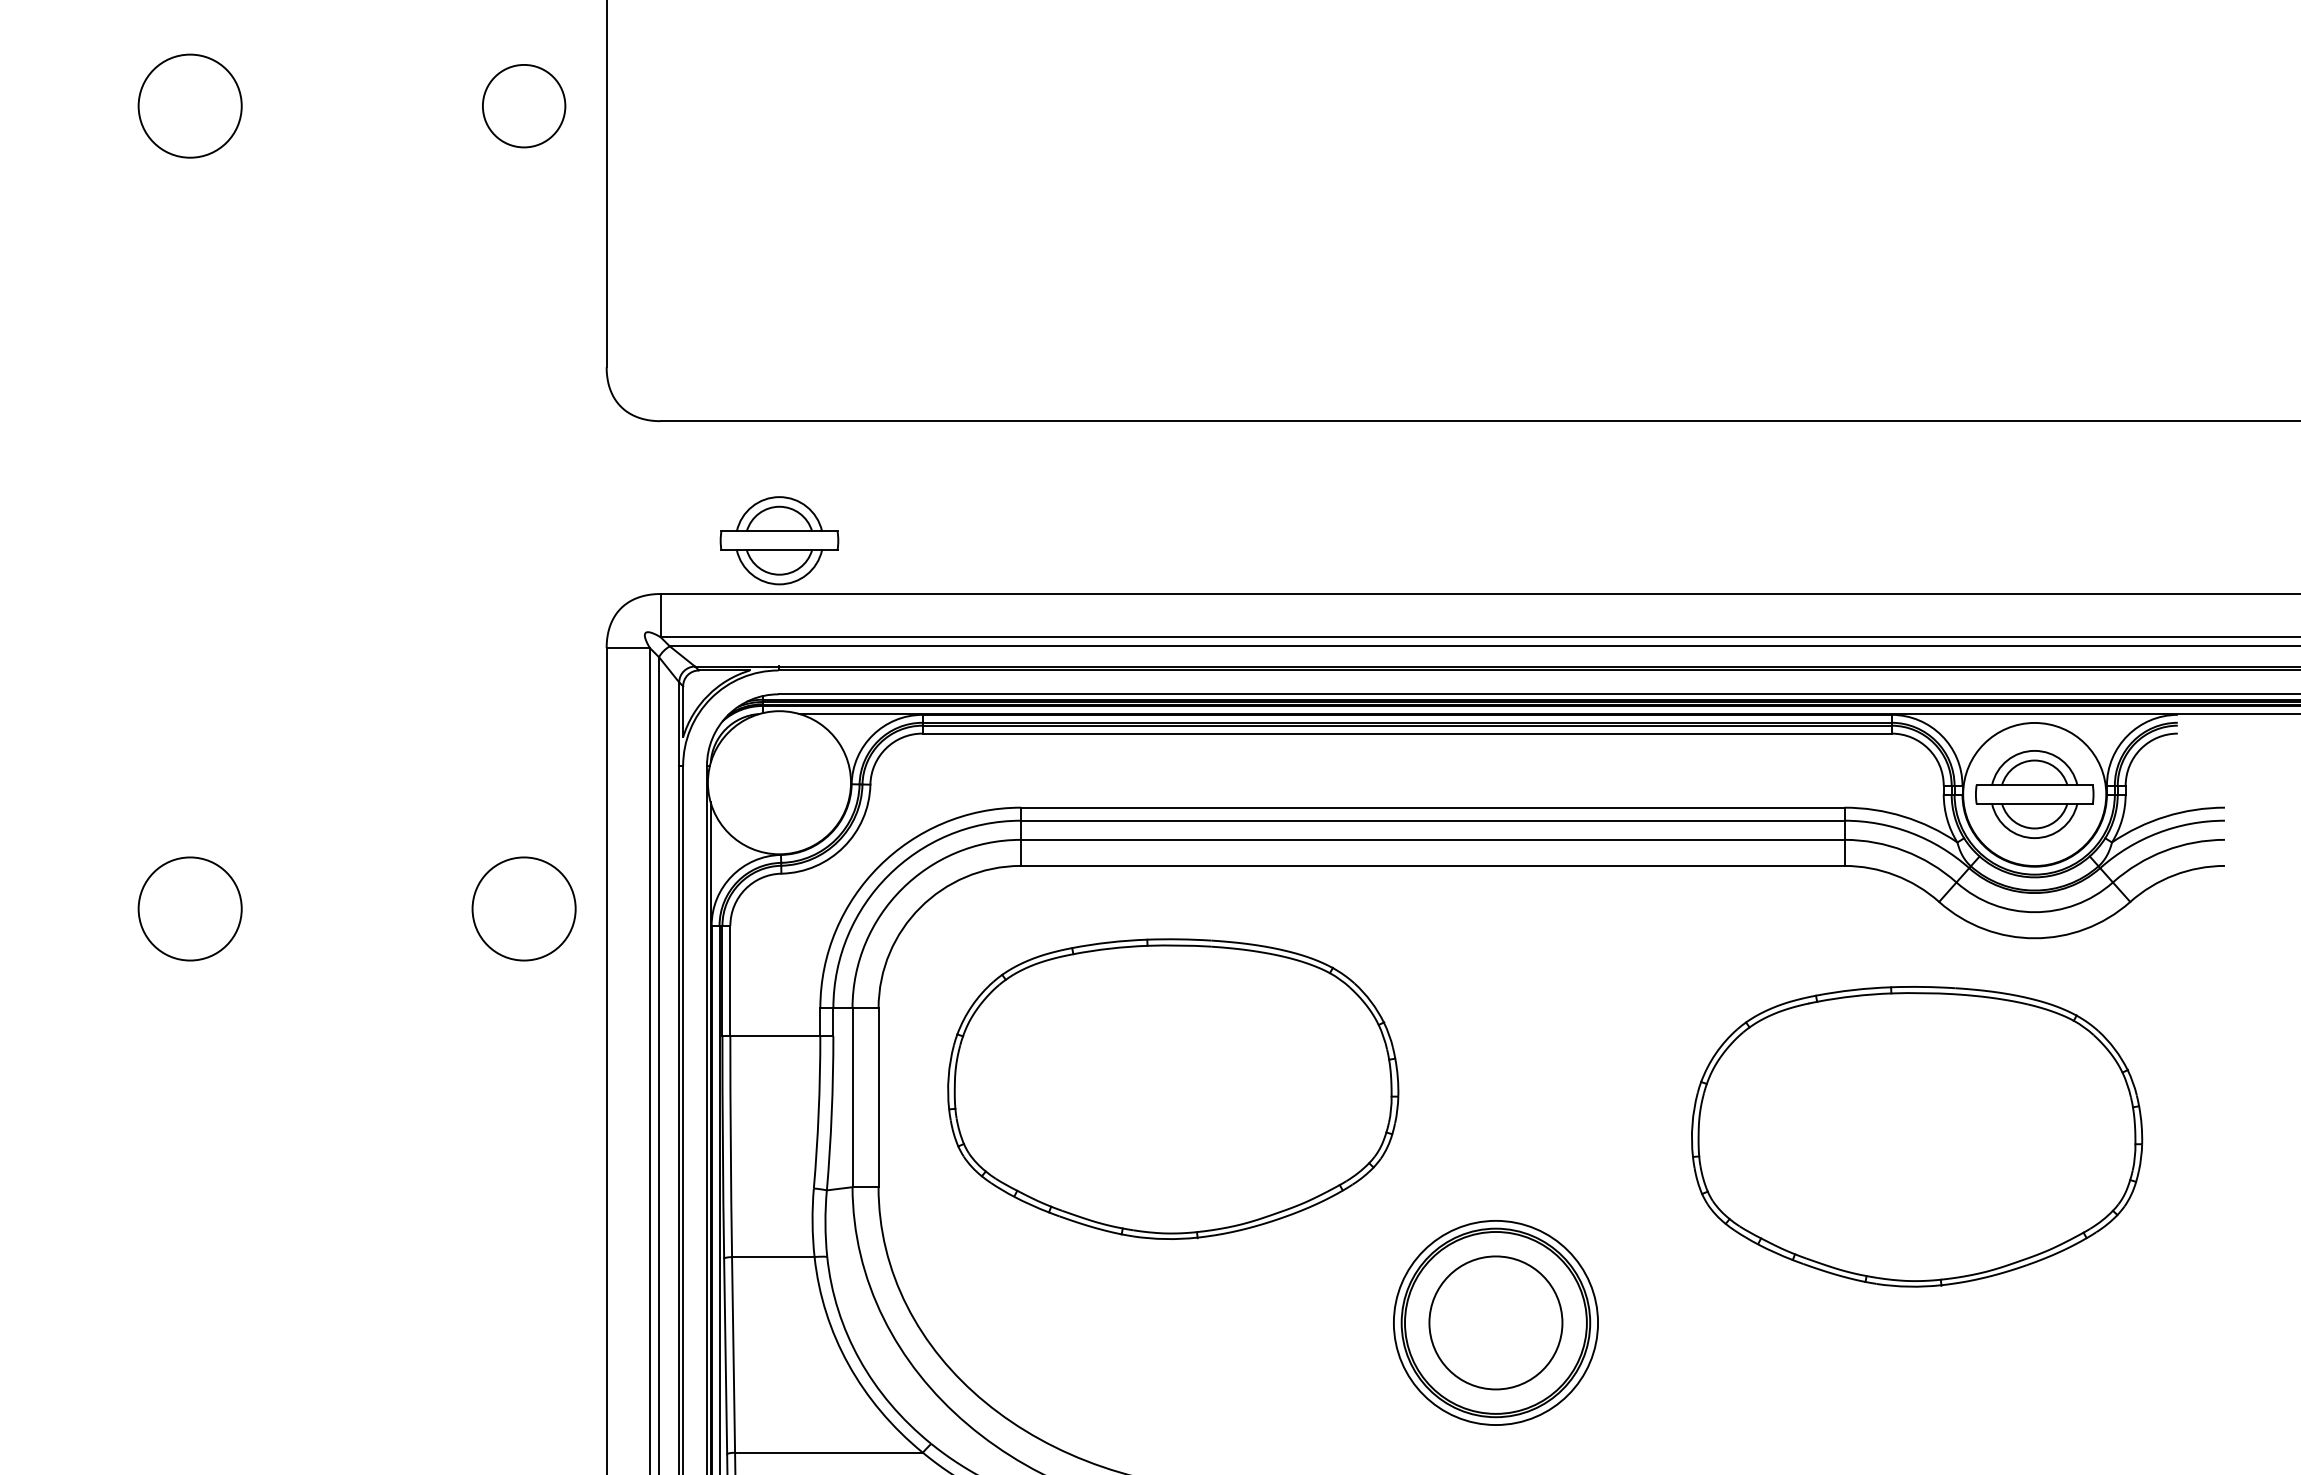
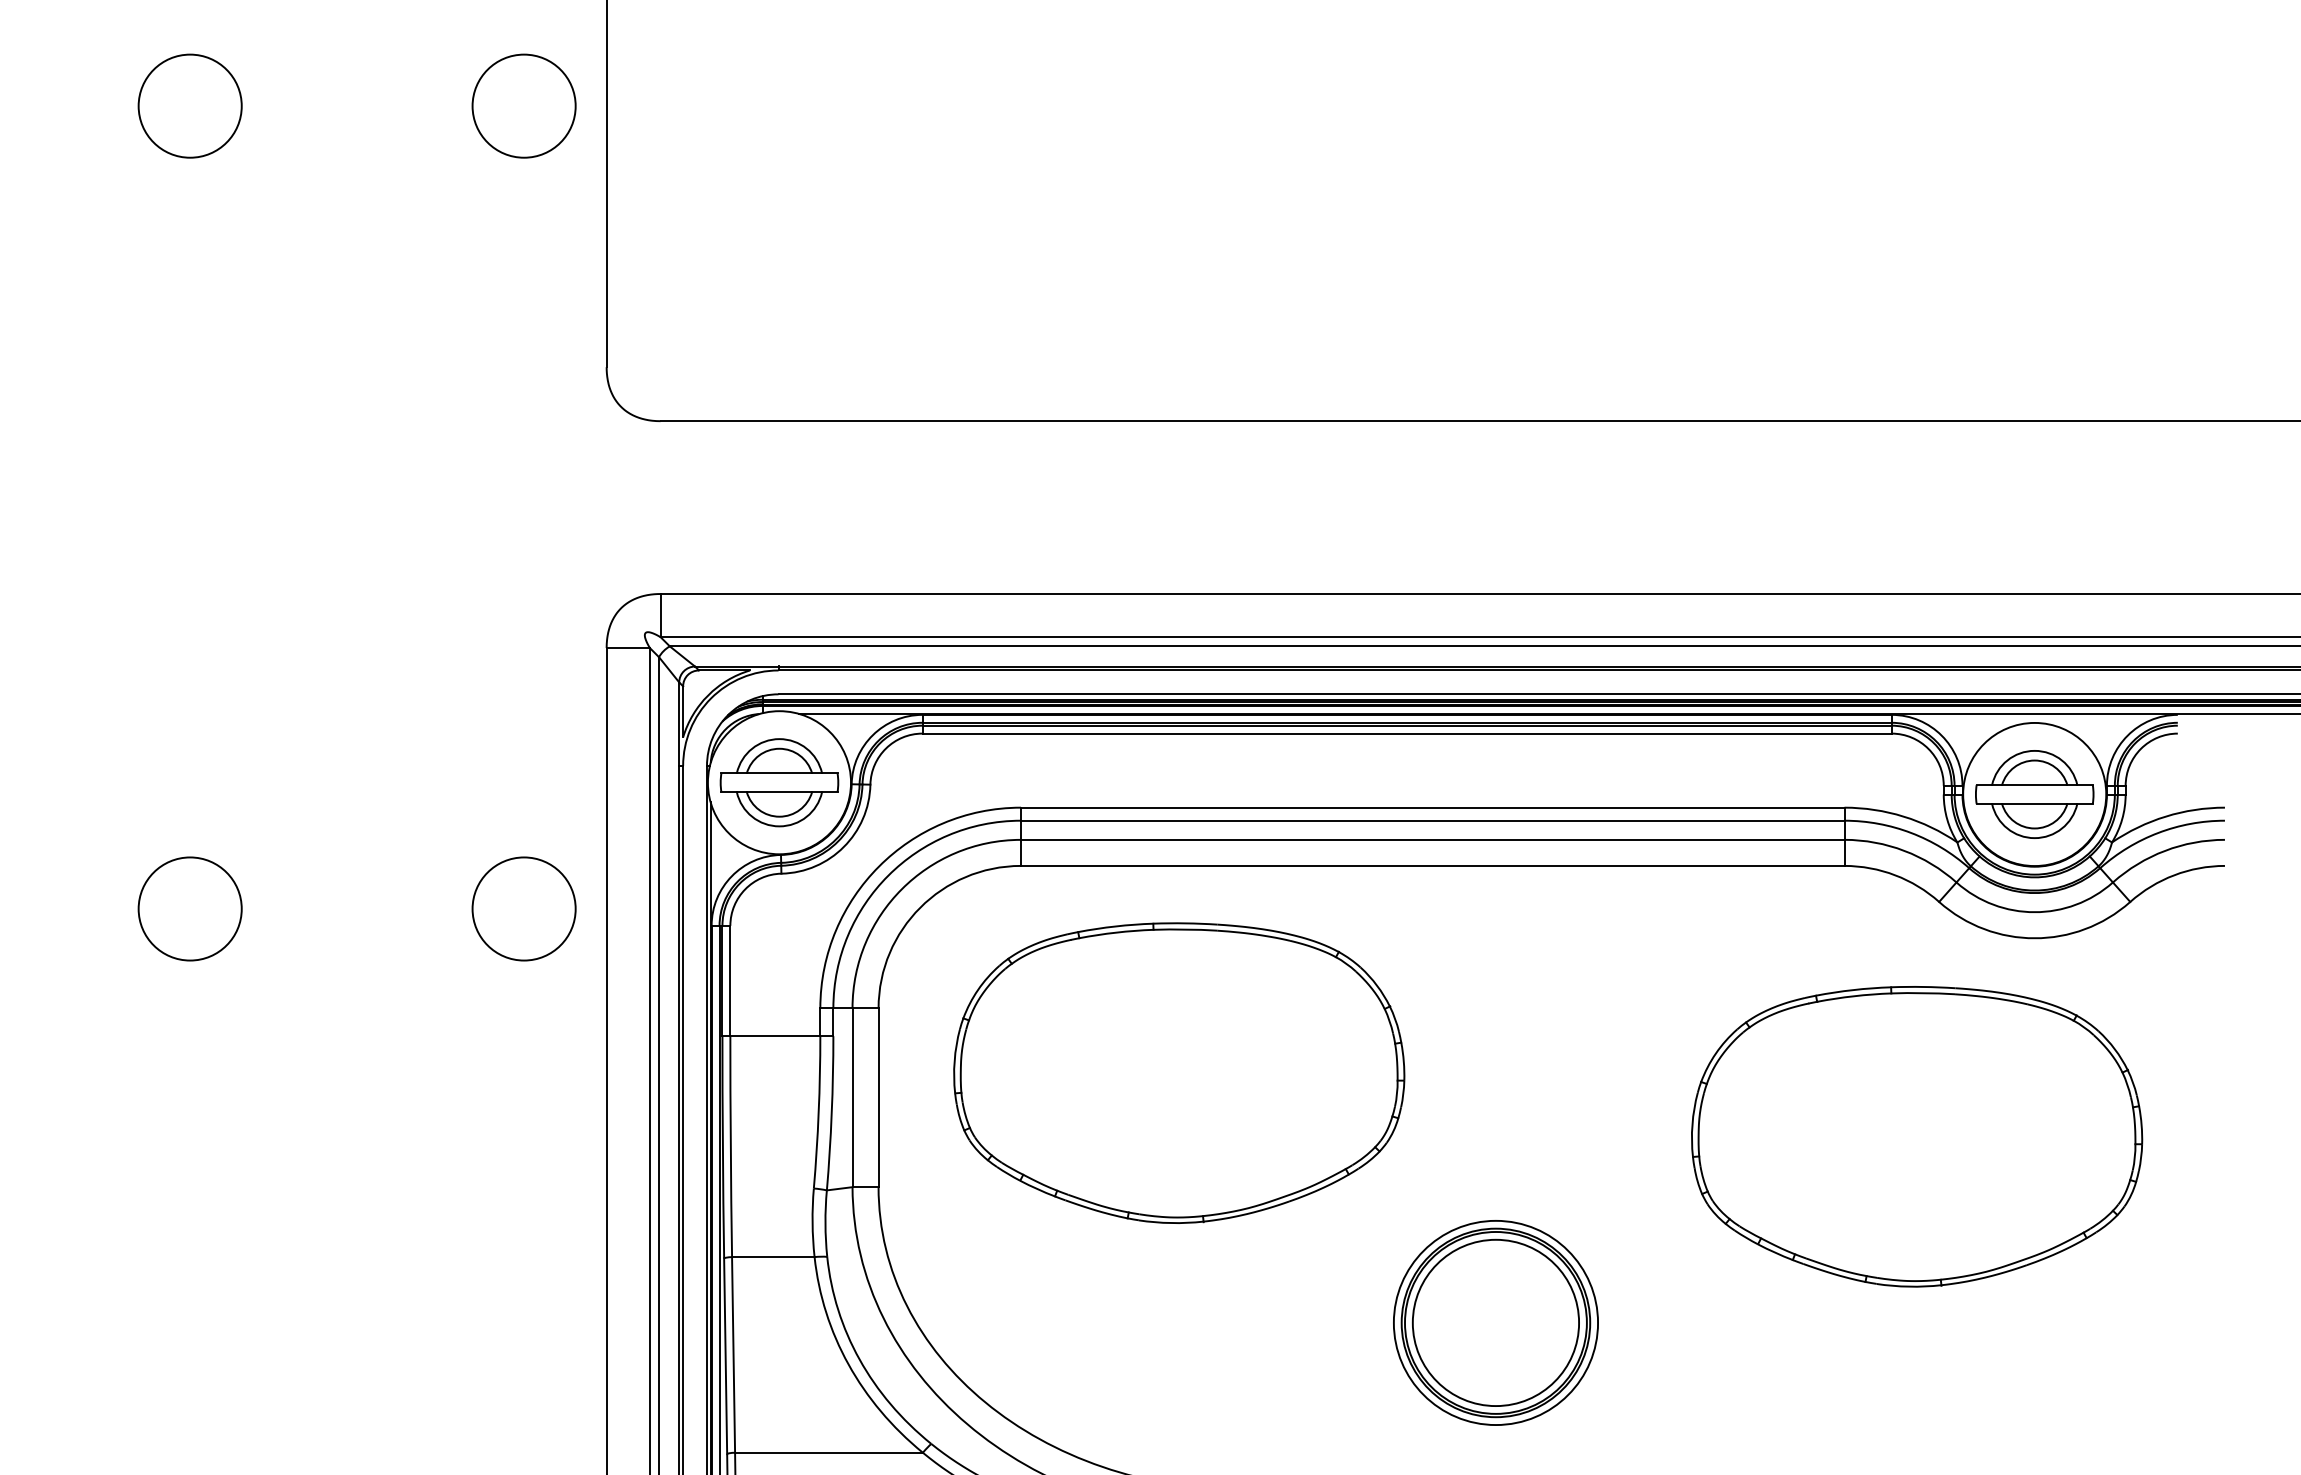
circle at (523, 105) diameter: 82 px -> 103 px
part at (779, 540) position: (779, 540) -> (779, 782)
part at (1173, 1088) position: (1173, 1088) -> (1179, 1072)
circle at (1495, 1322) diameter: 133 px -> 166 px
